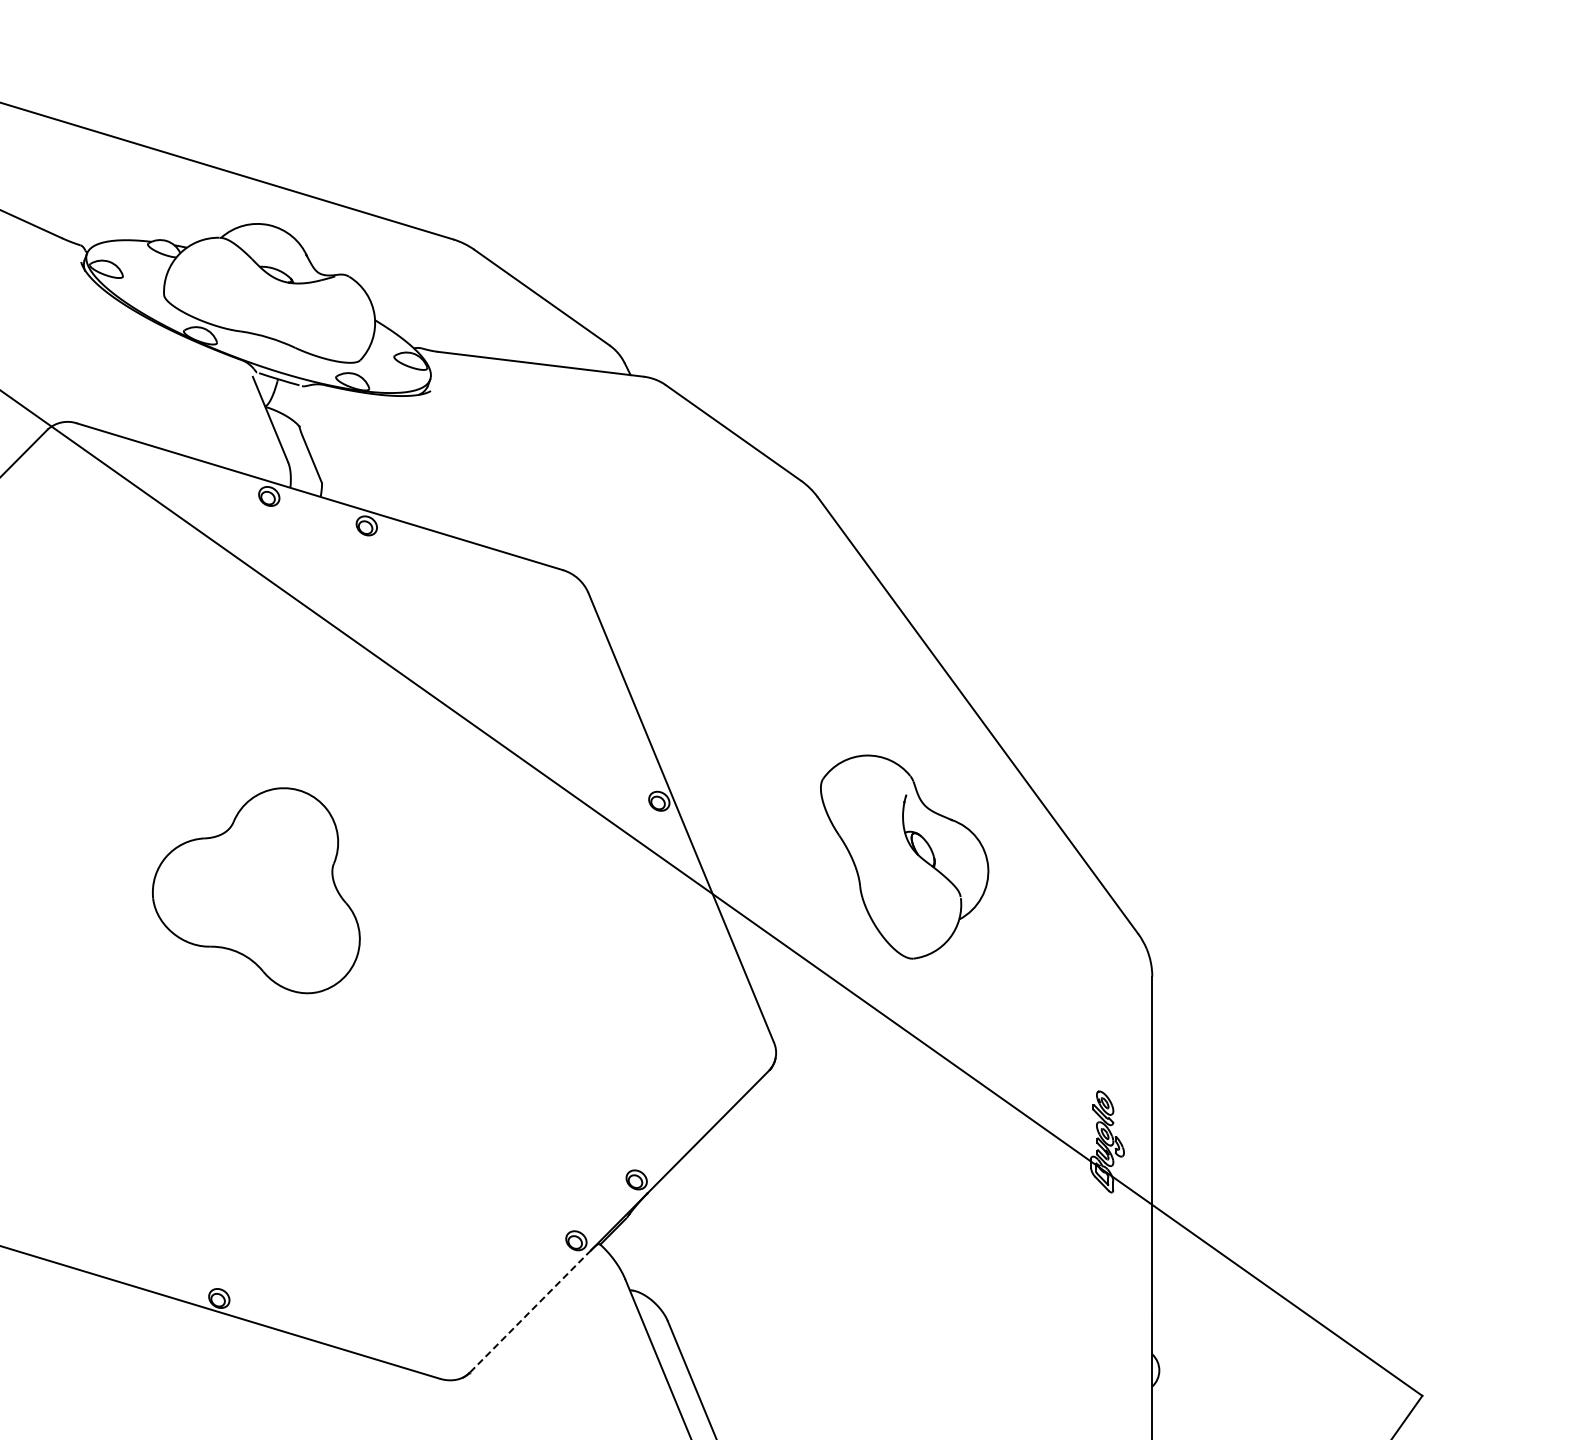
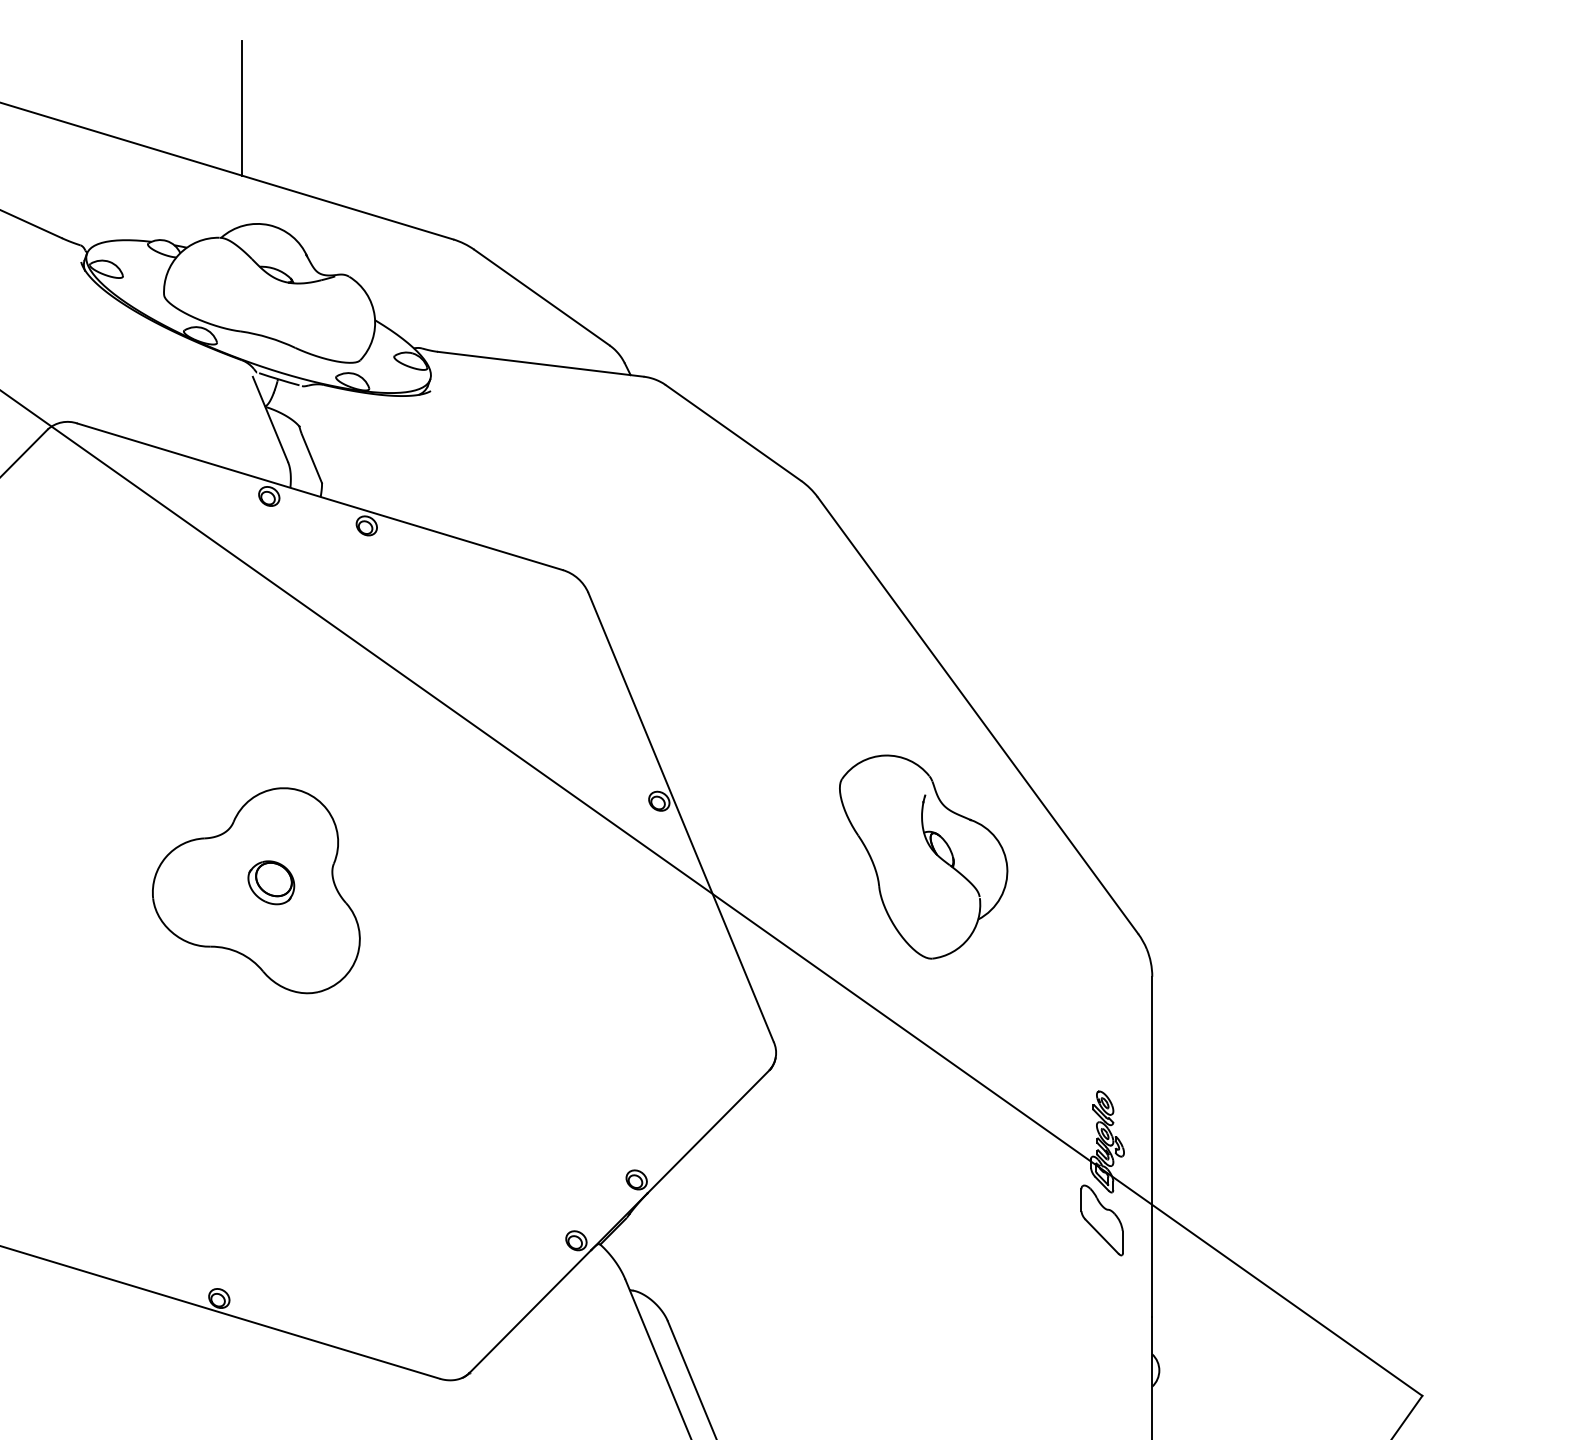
line at (242, 108): none -> present
part at (904, 856) position: (904, 856) -> (923, 856)
part at (271, 882): none -> present
part at (1101, 1220): none -> present
line at (530, 1311): dashed -> solid
